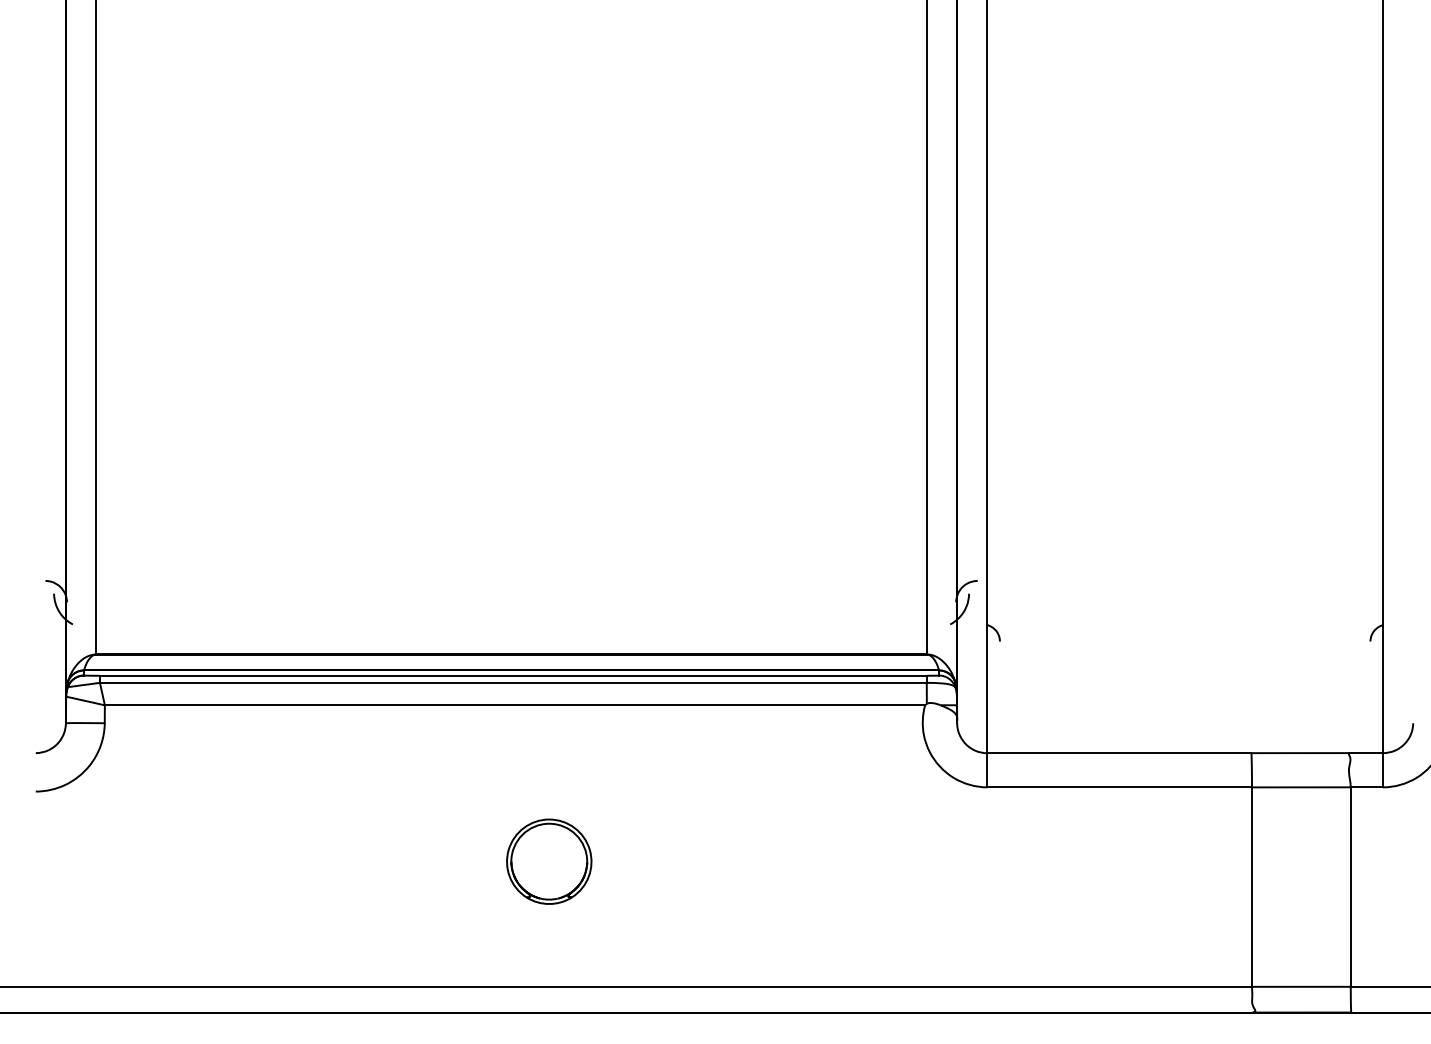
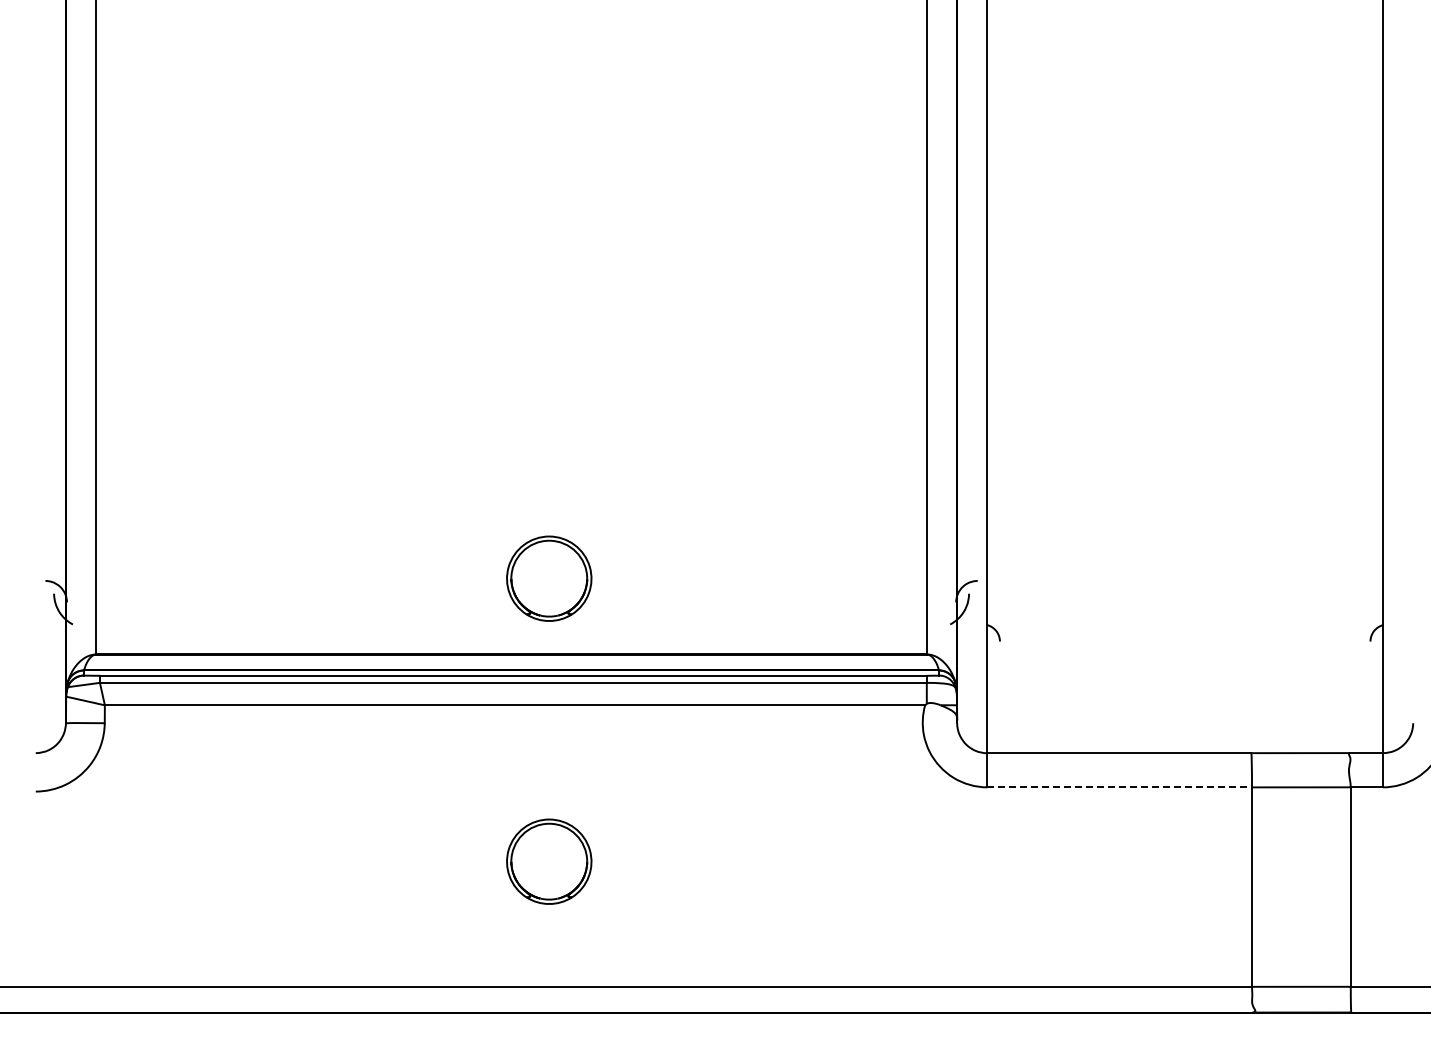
part at (549, 578): none -> present
line at (1120, 787): solid -> dashed
